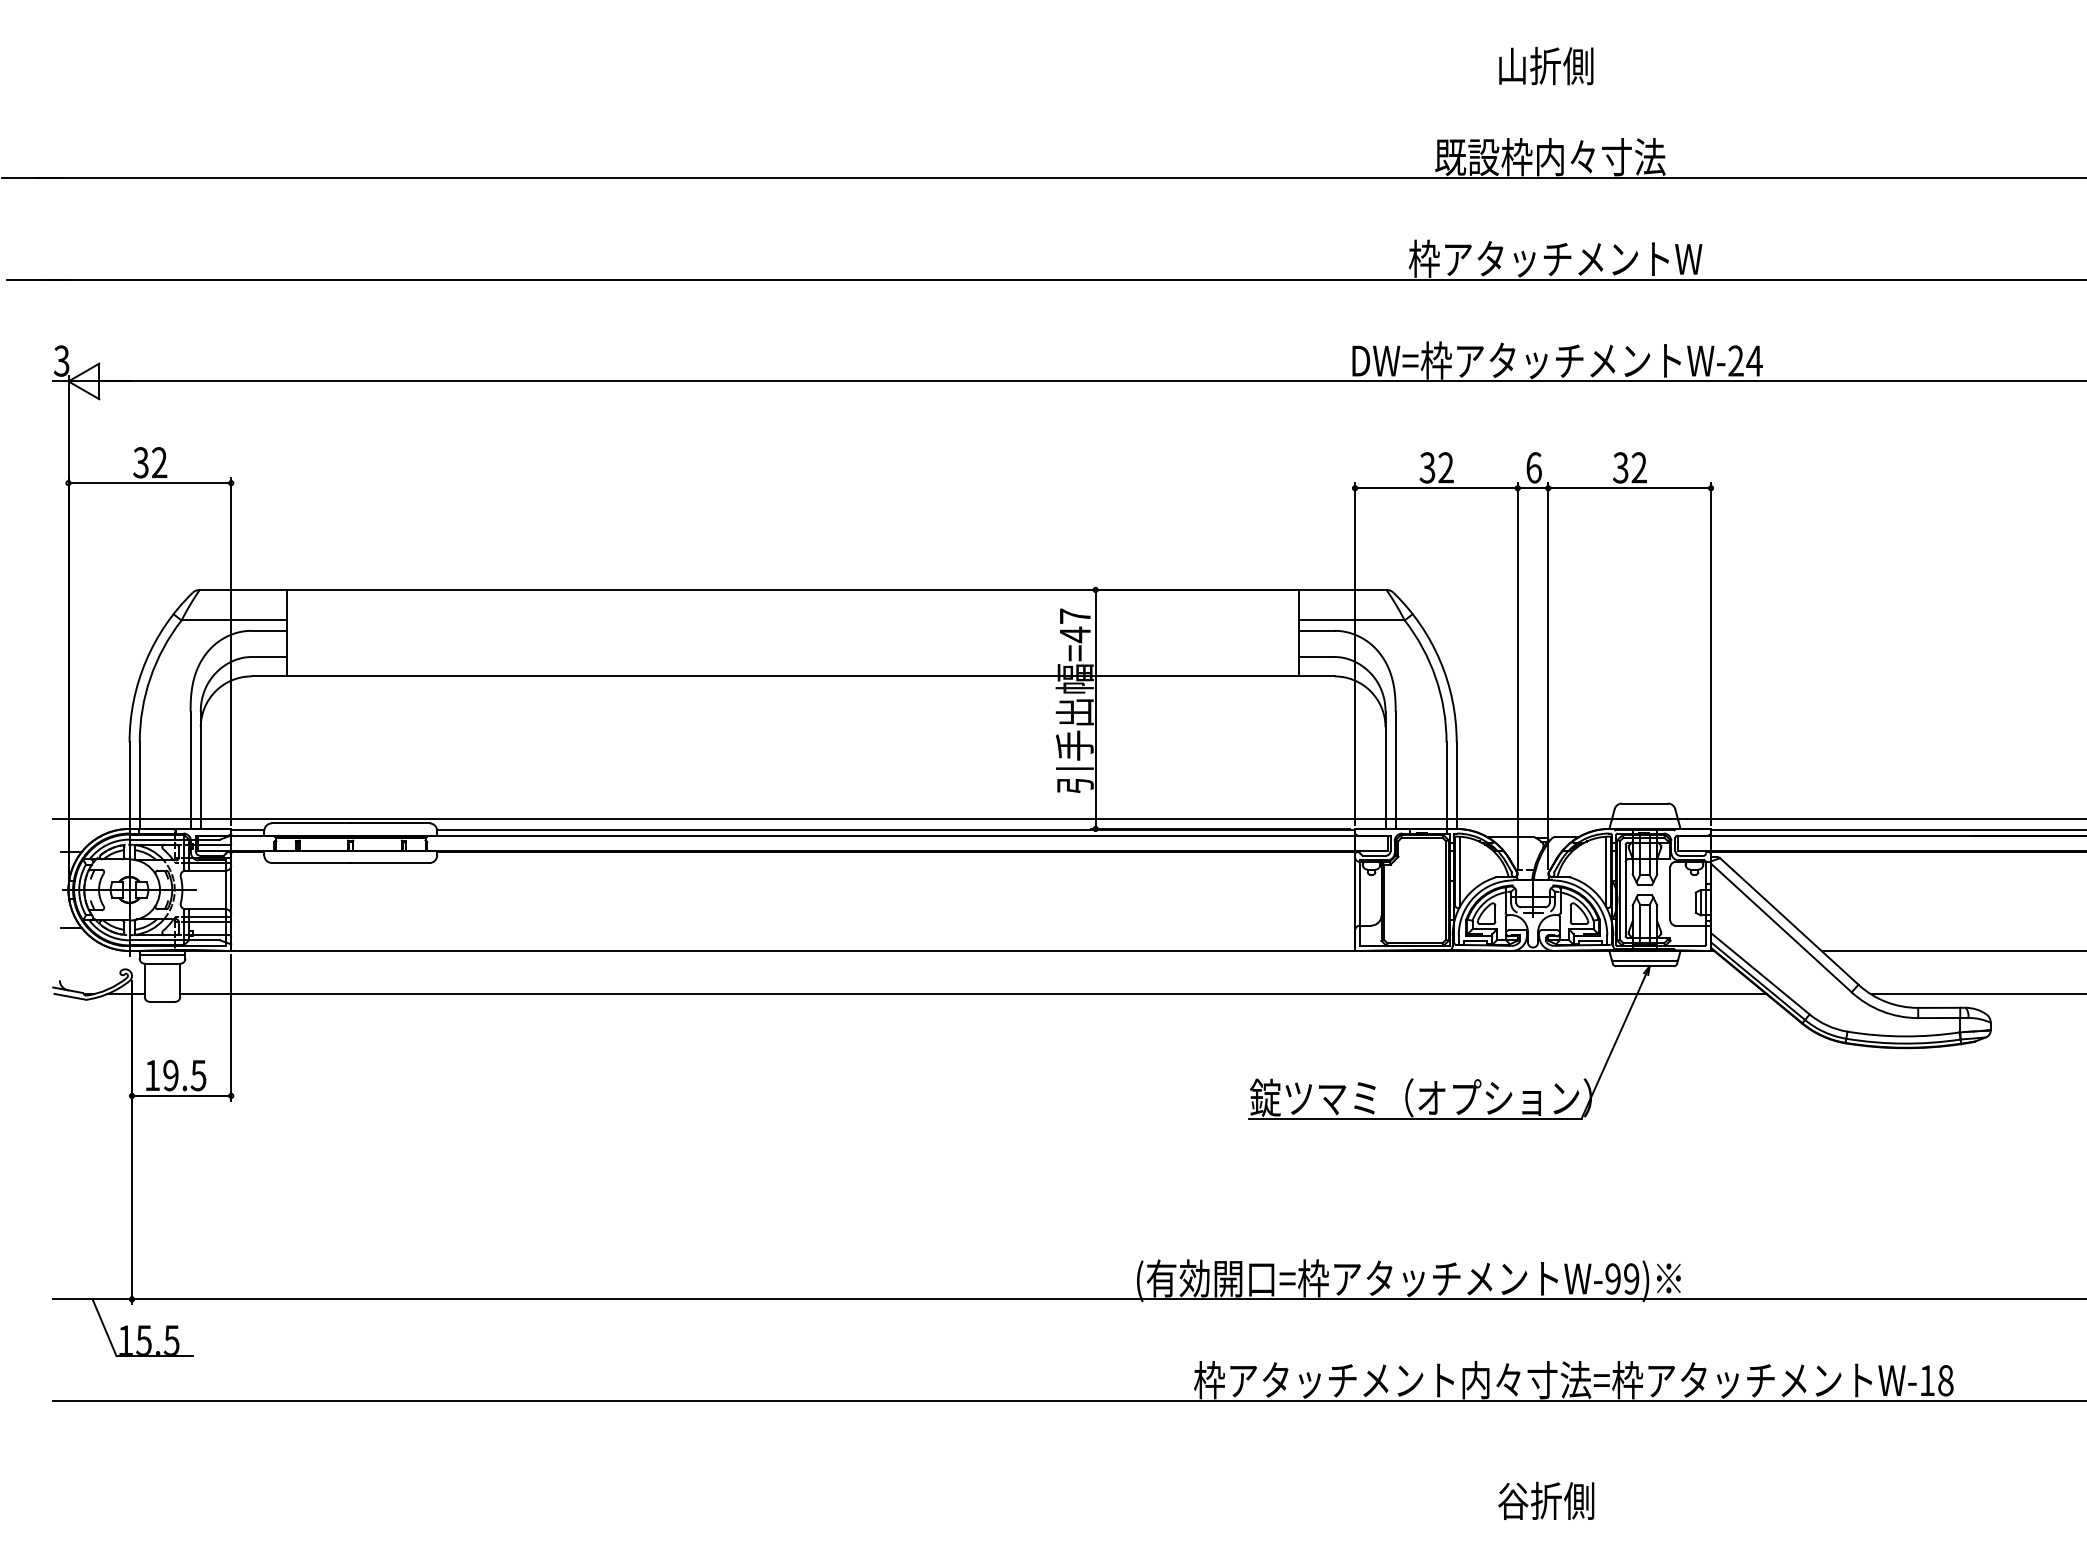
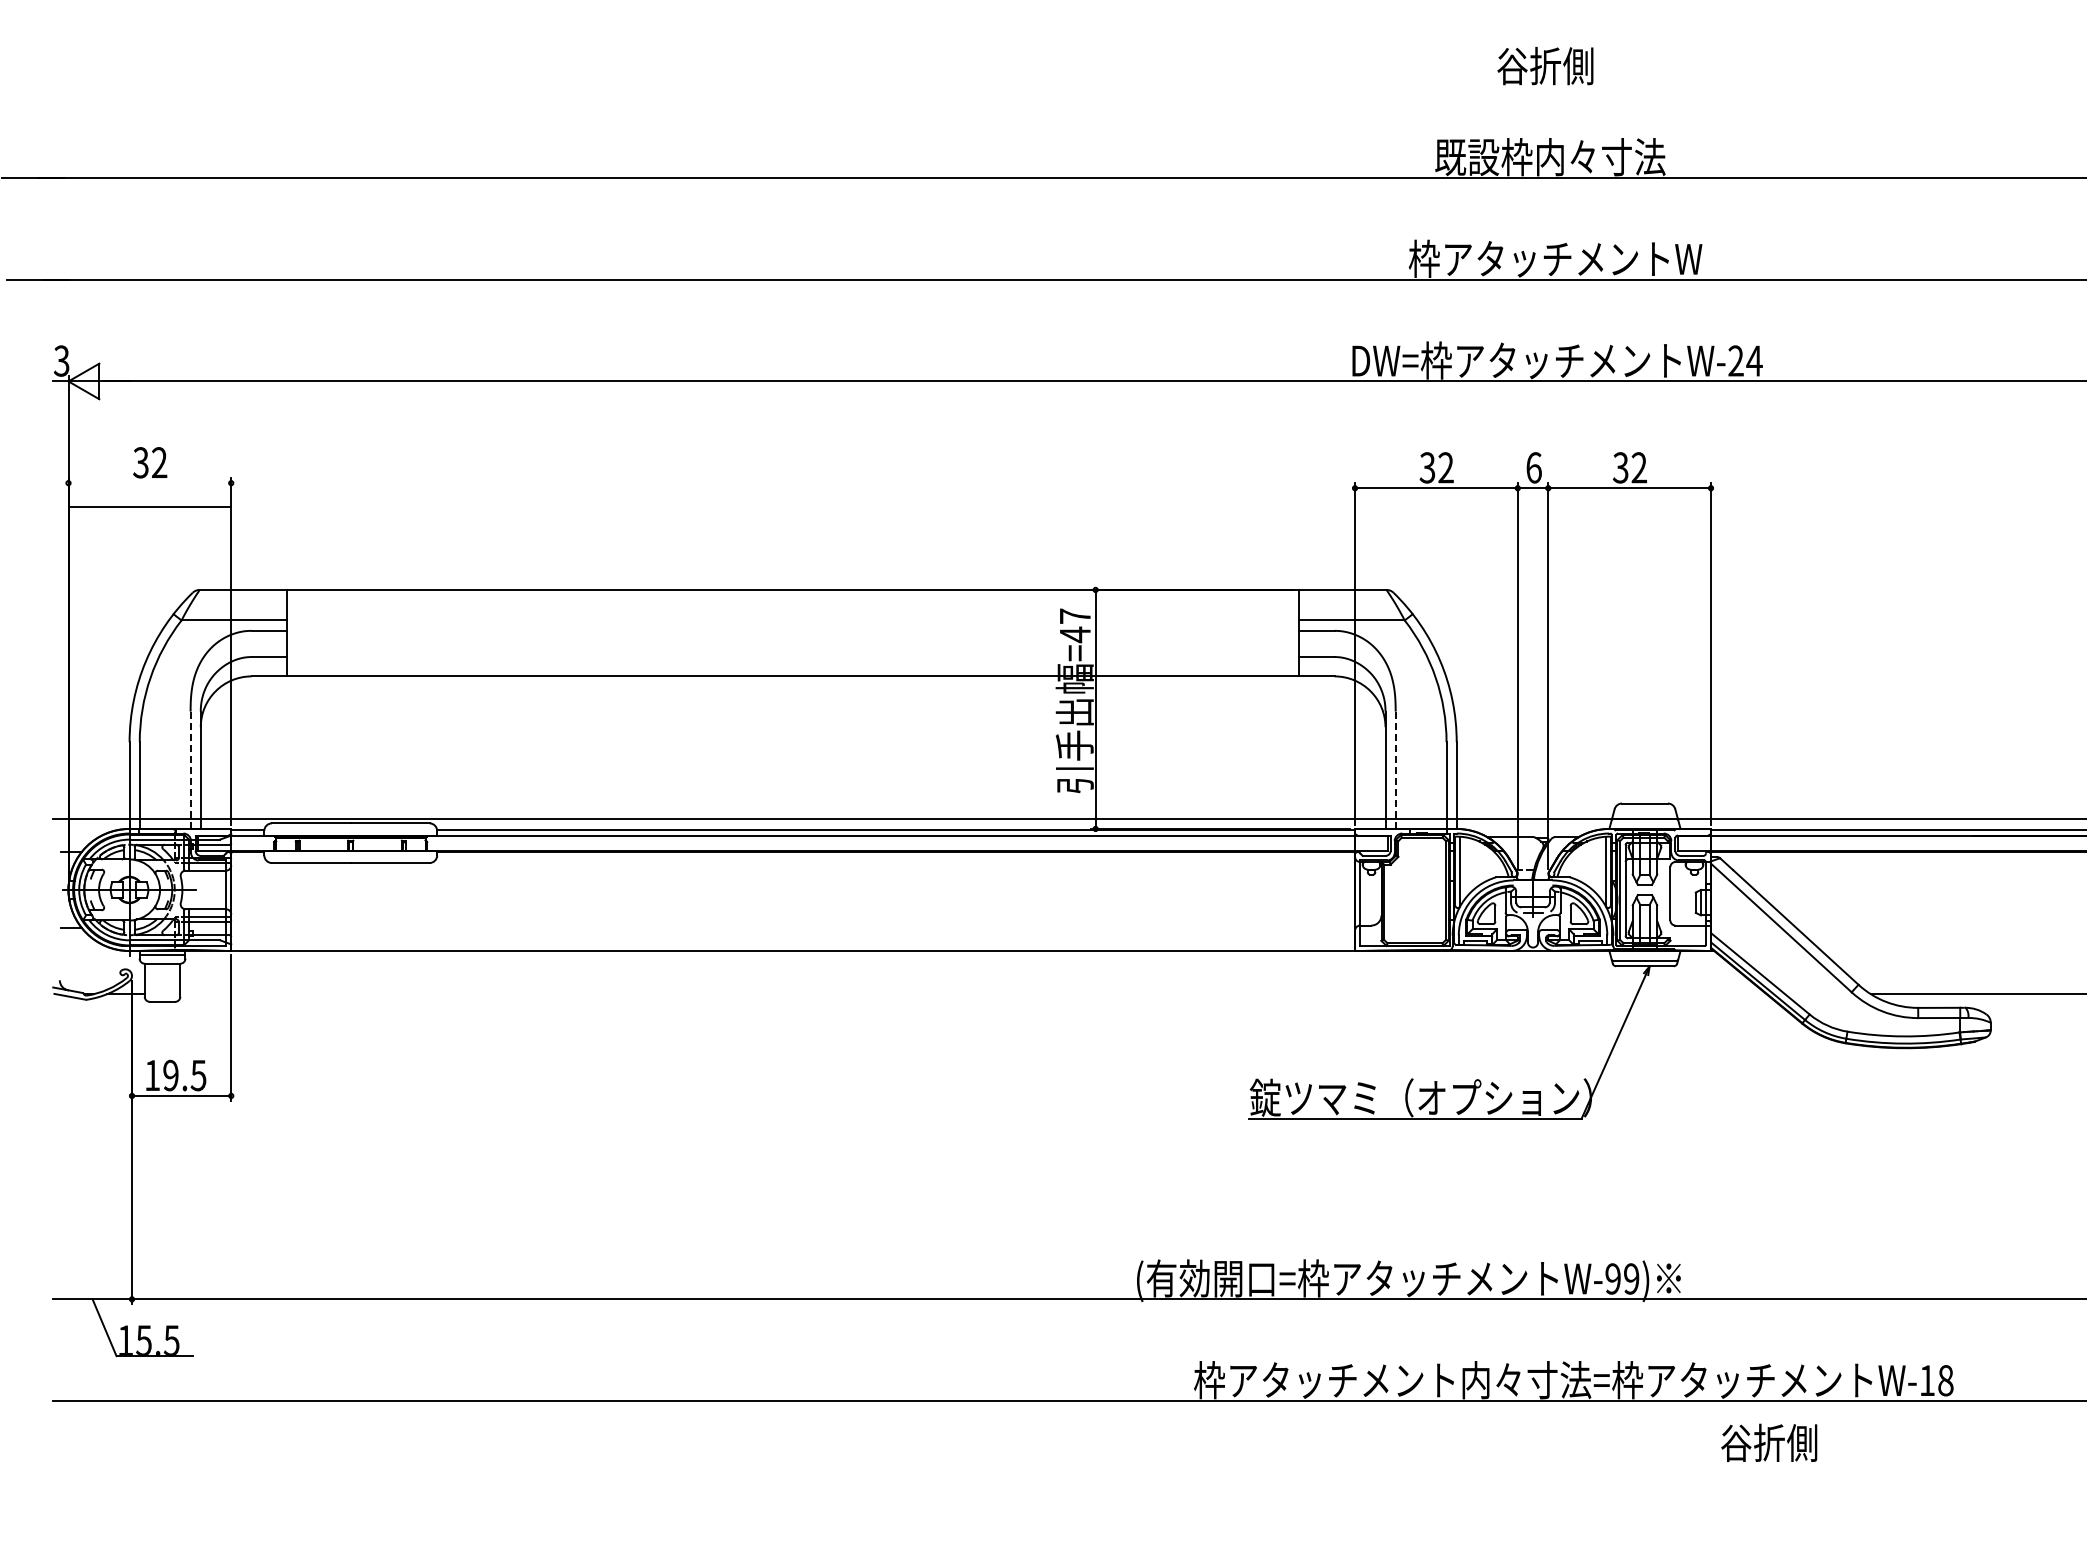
text at (1512, 66): 山折側 -> 谷折側
line at (149, 483) position: (149, 483) -> (149, 507)
line at (190, 770): solid -> dashed
line at (1395, 770): solid -> dashed
line at (1952, 951): present -> none
line at (973, 994): present -> none
text at (1546, 1500) position: (1546, 1500) -> (1769, 1442)
